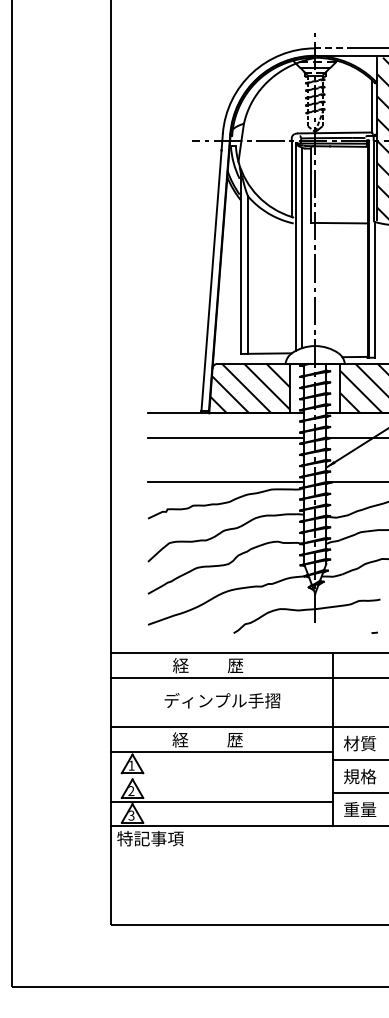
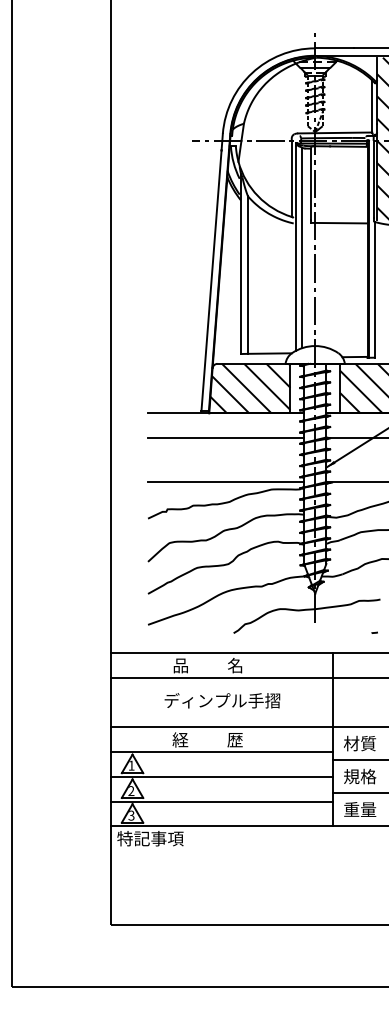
line at (334, 48): dashed -> solid
text at (208, 665): 経          歴 -> 品          名
line at (221, 776): none -> present
